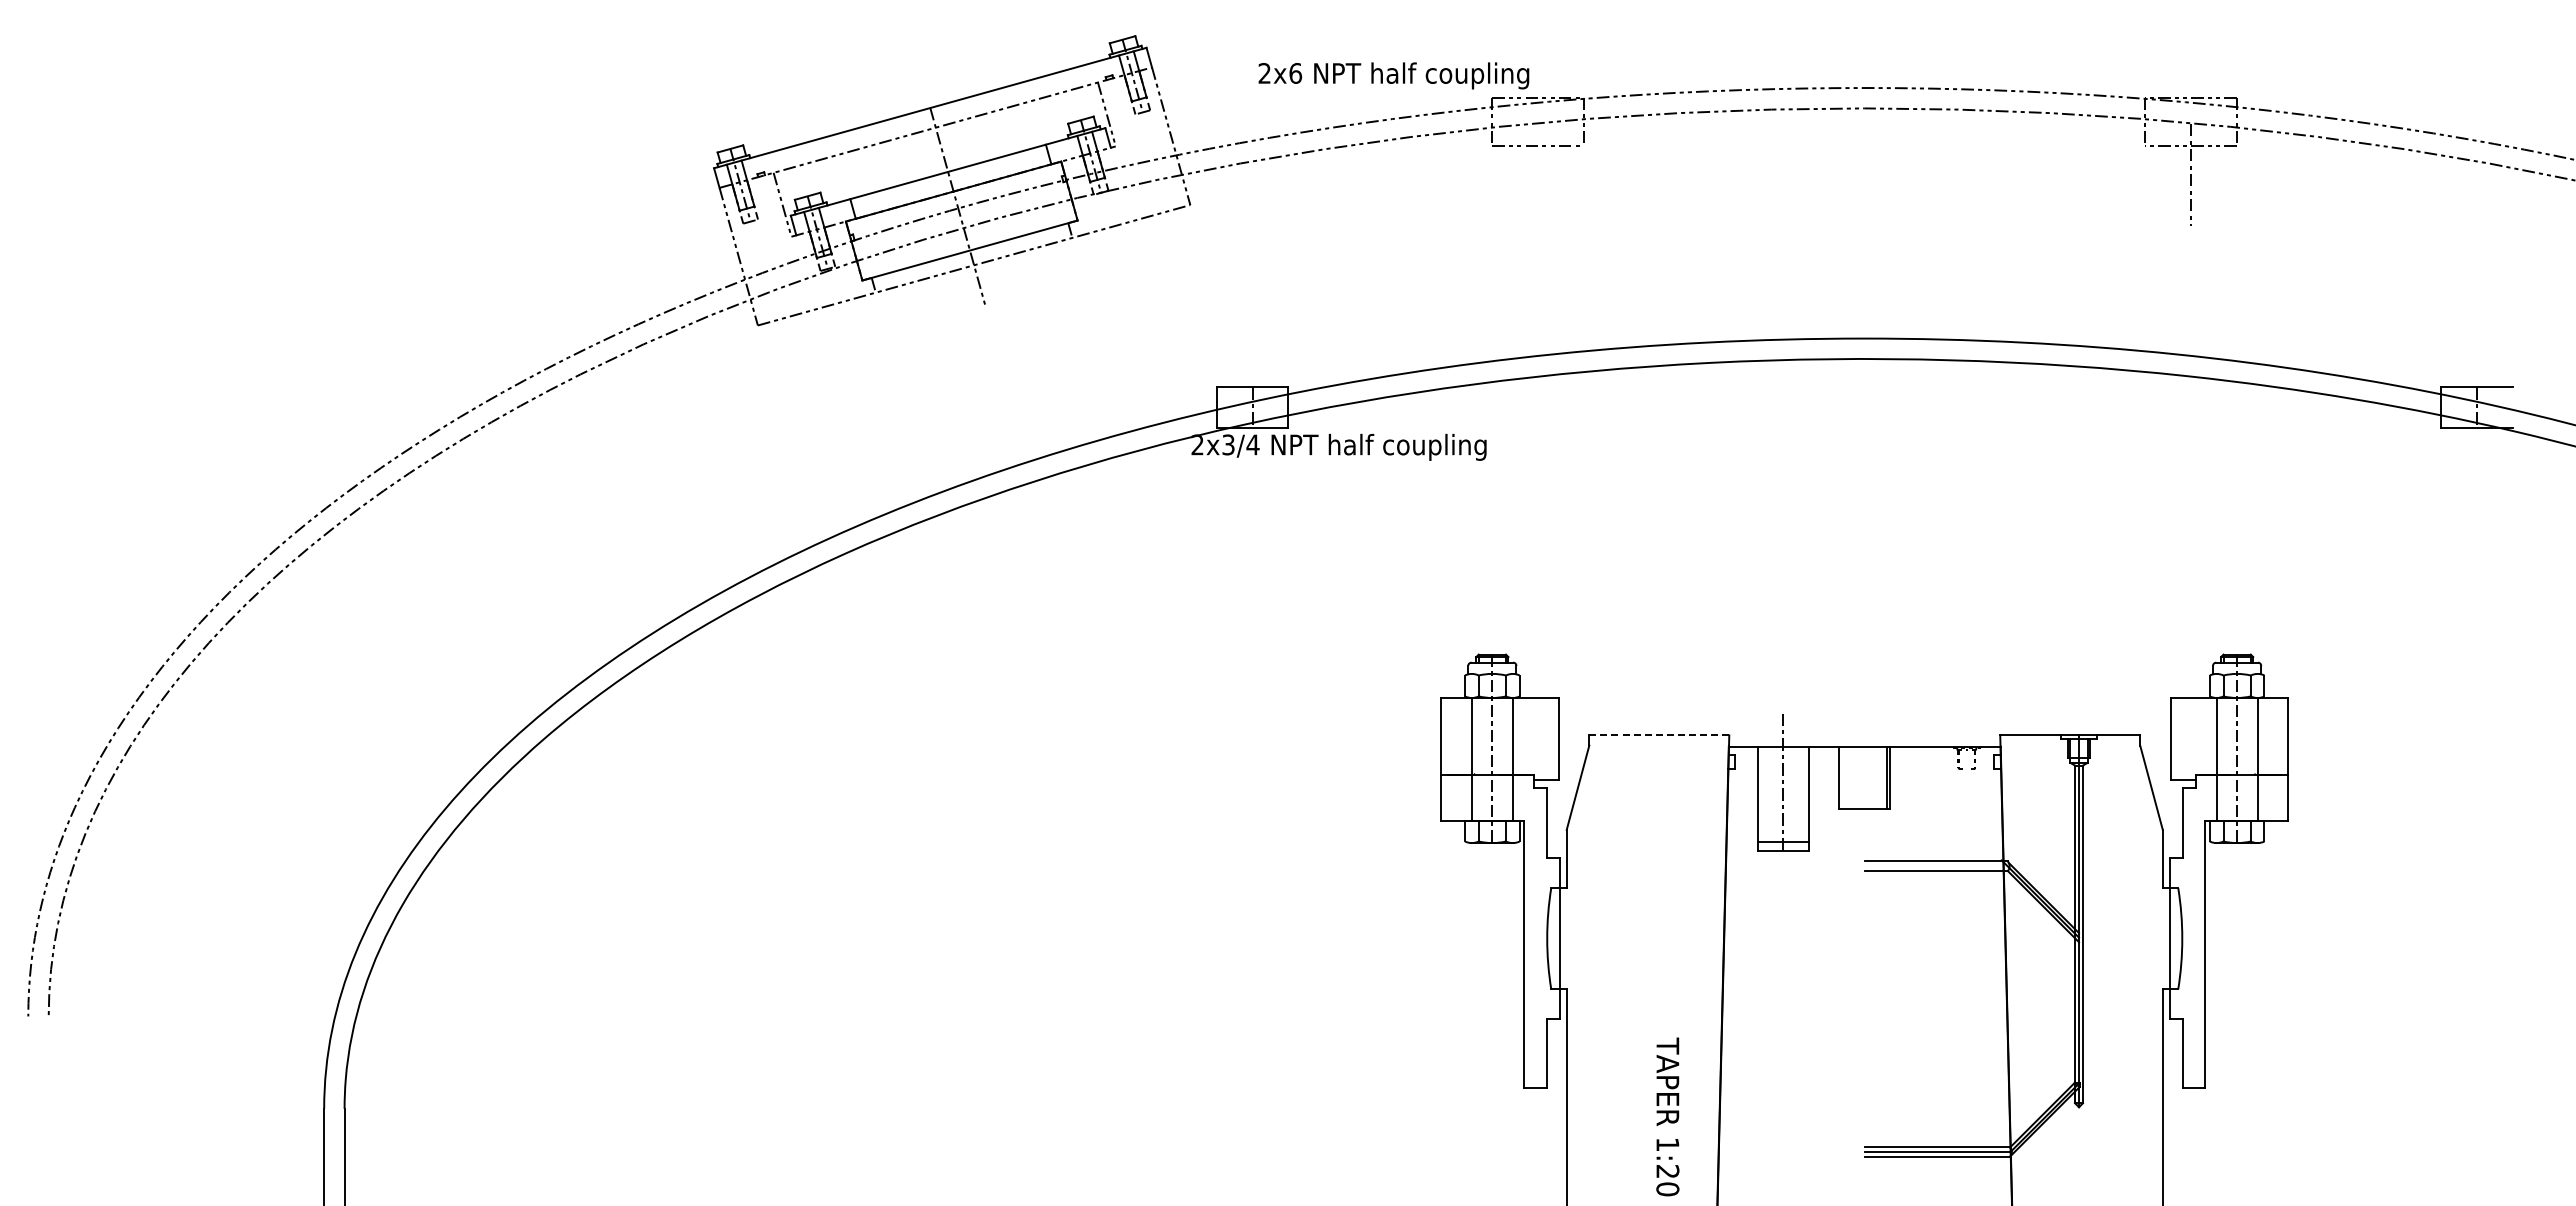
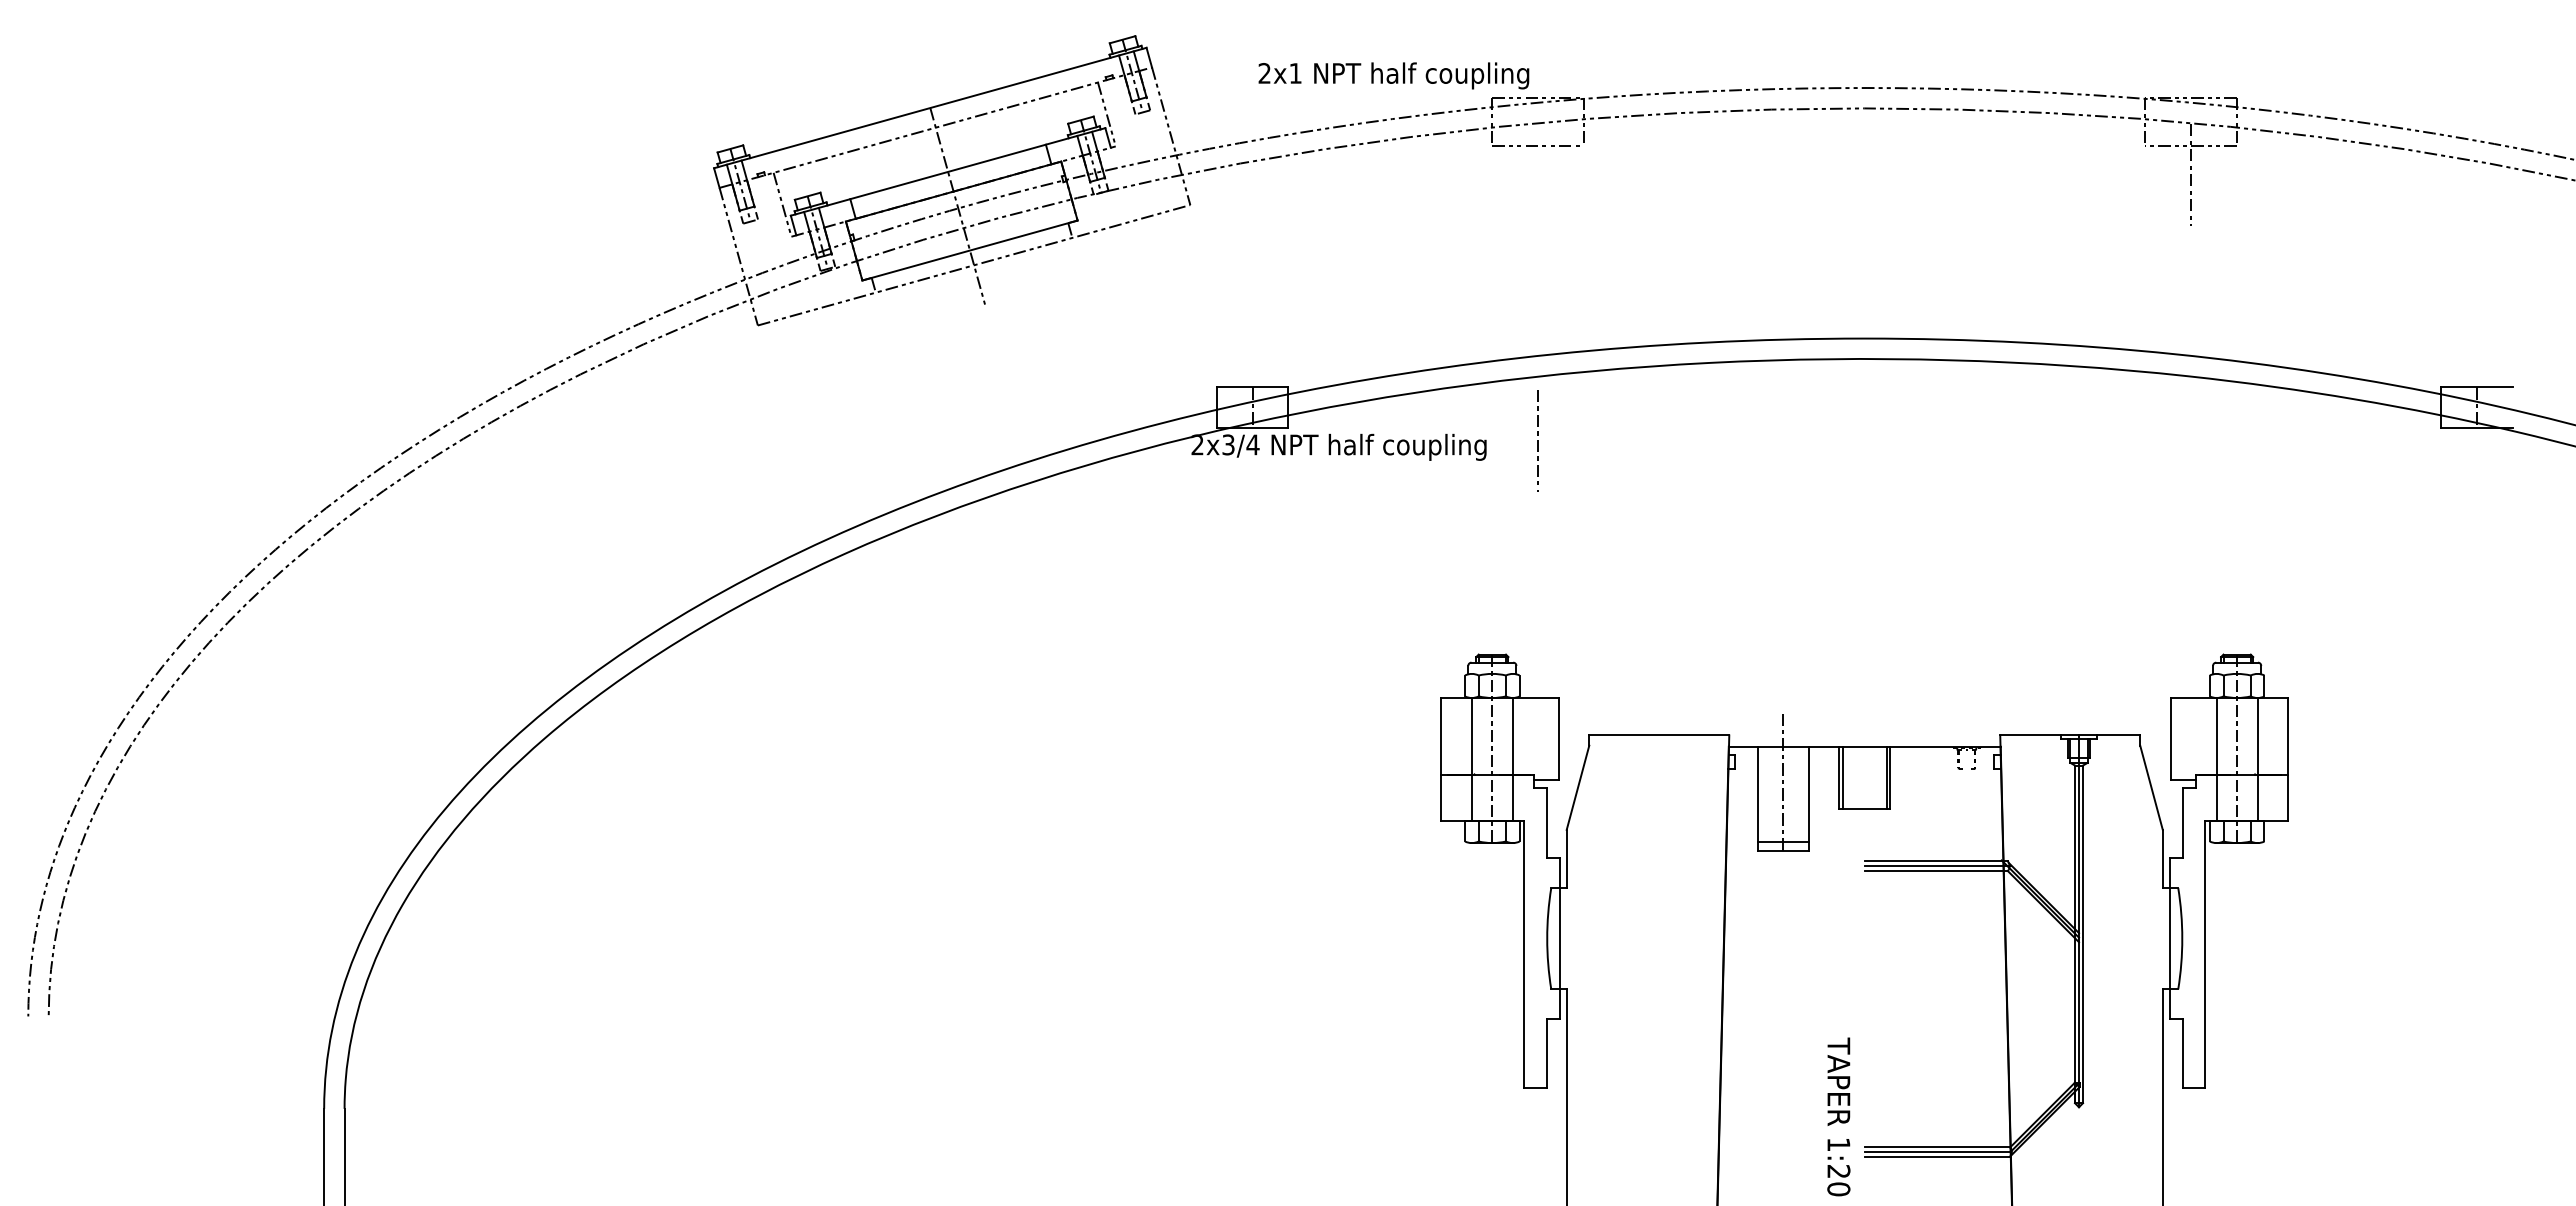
text at (1295, 73): 2x6 -> 2x1
line at (1537, 440): none -> present
line at (1659, 735): dashed -> solid
line at (1842, 777): none -> present
line at (1937, 866): none -> present
text at (1667, 1116) position: (1667, 1116) -> (1838, 1116)
